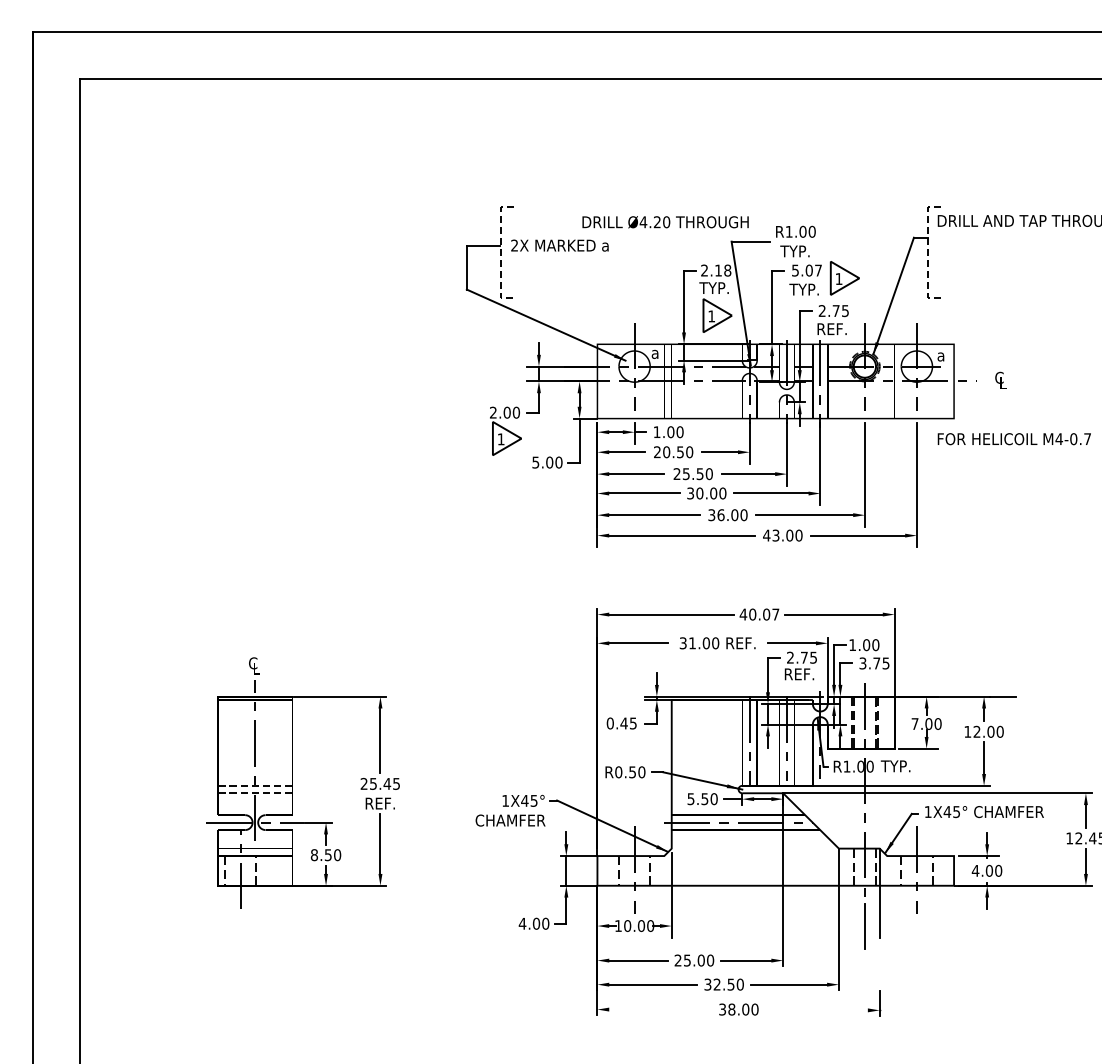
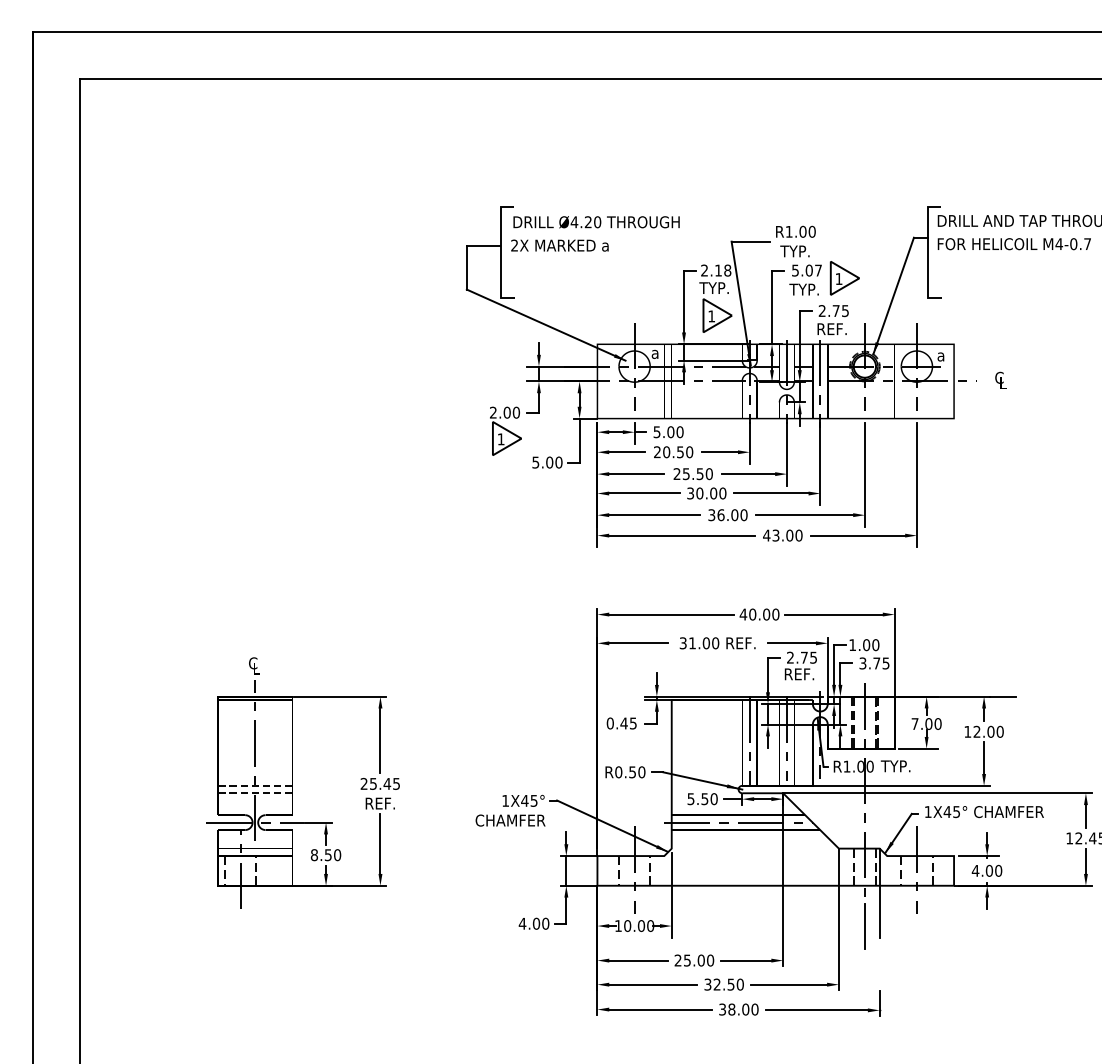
text at (665, 222) position: (665, 222) -> (596, 222)
line at (500, 253): dashed -> solid
line at (927, 253): dashed -> solid
text at (656, 432): 1.00 -> 5.00
text at (1013, 439) position: (1013, 439) -> (1013, 244)
text at (775, 614): 40.07 -> 40.00
line at (660, 1009): none -> present
line at (816, 1009): none -> present
